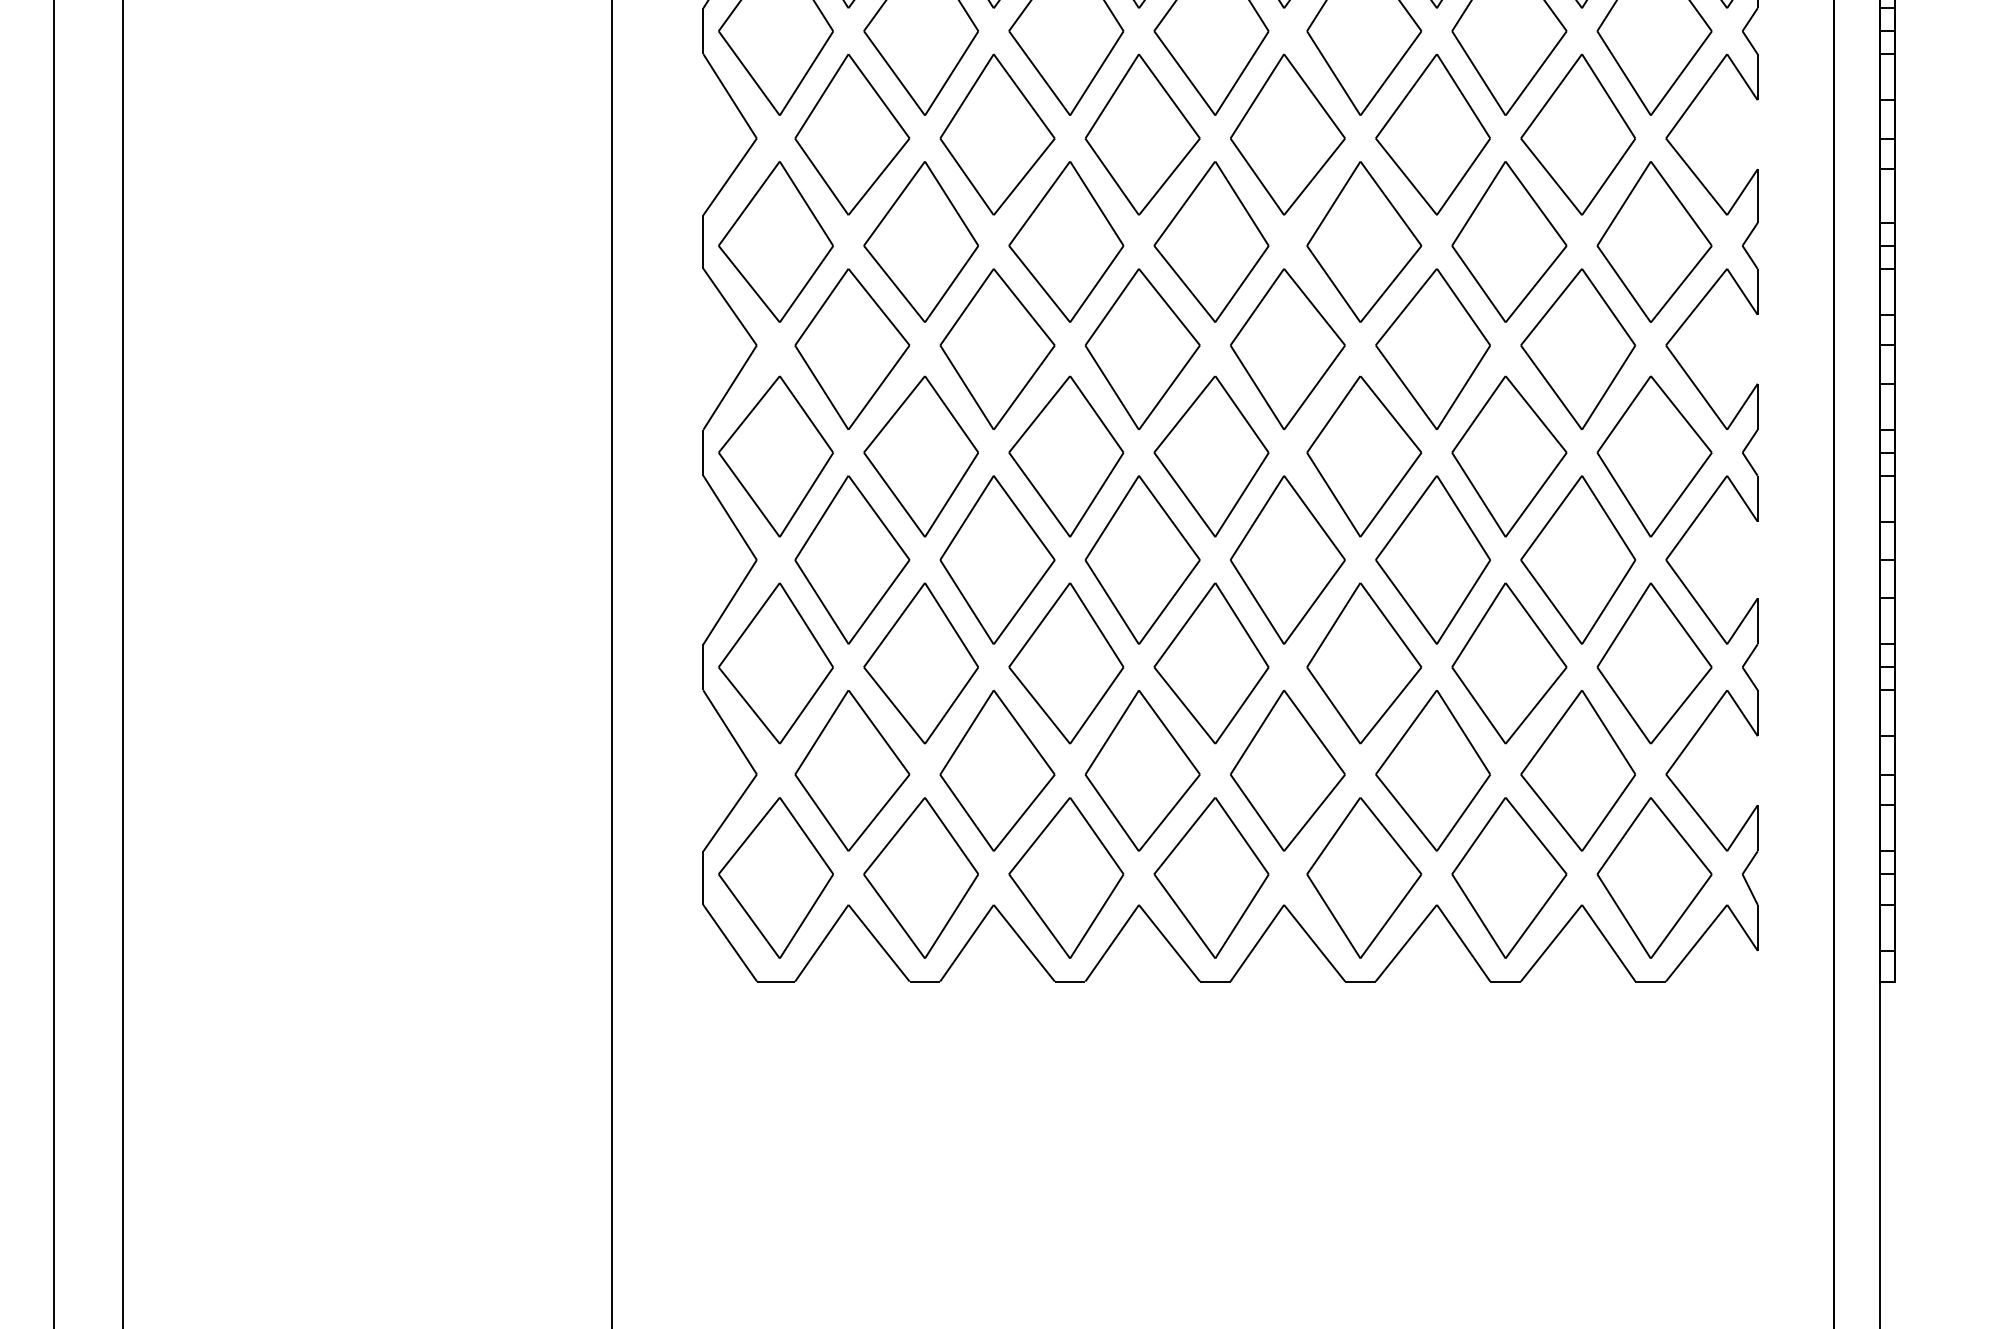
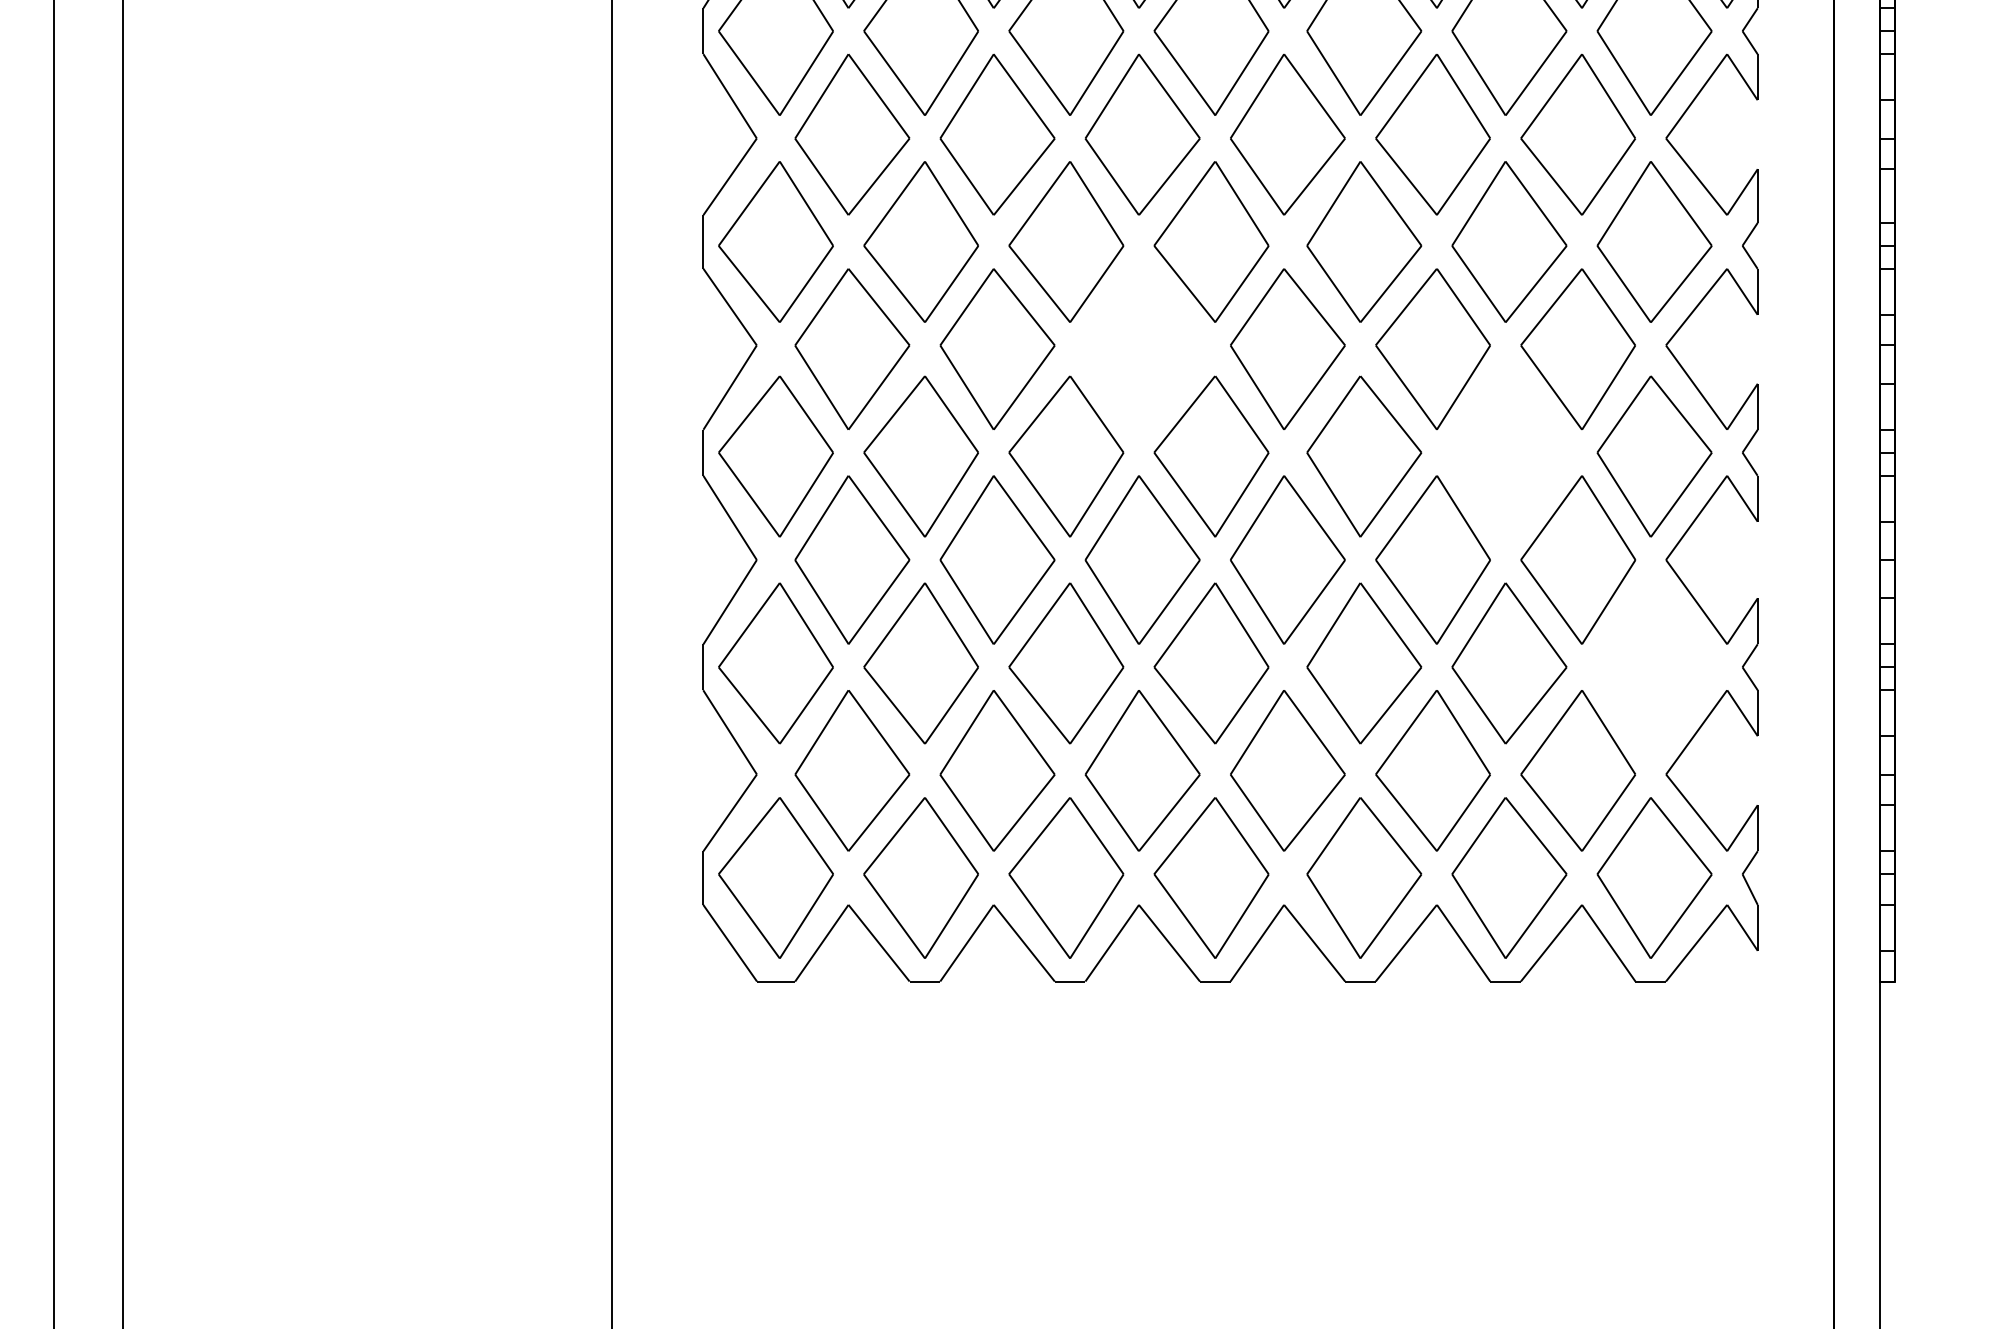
part at (1142, 349): present -> none
part at (1509, 456): present -> none
part at (1654, 663): present -> none
